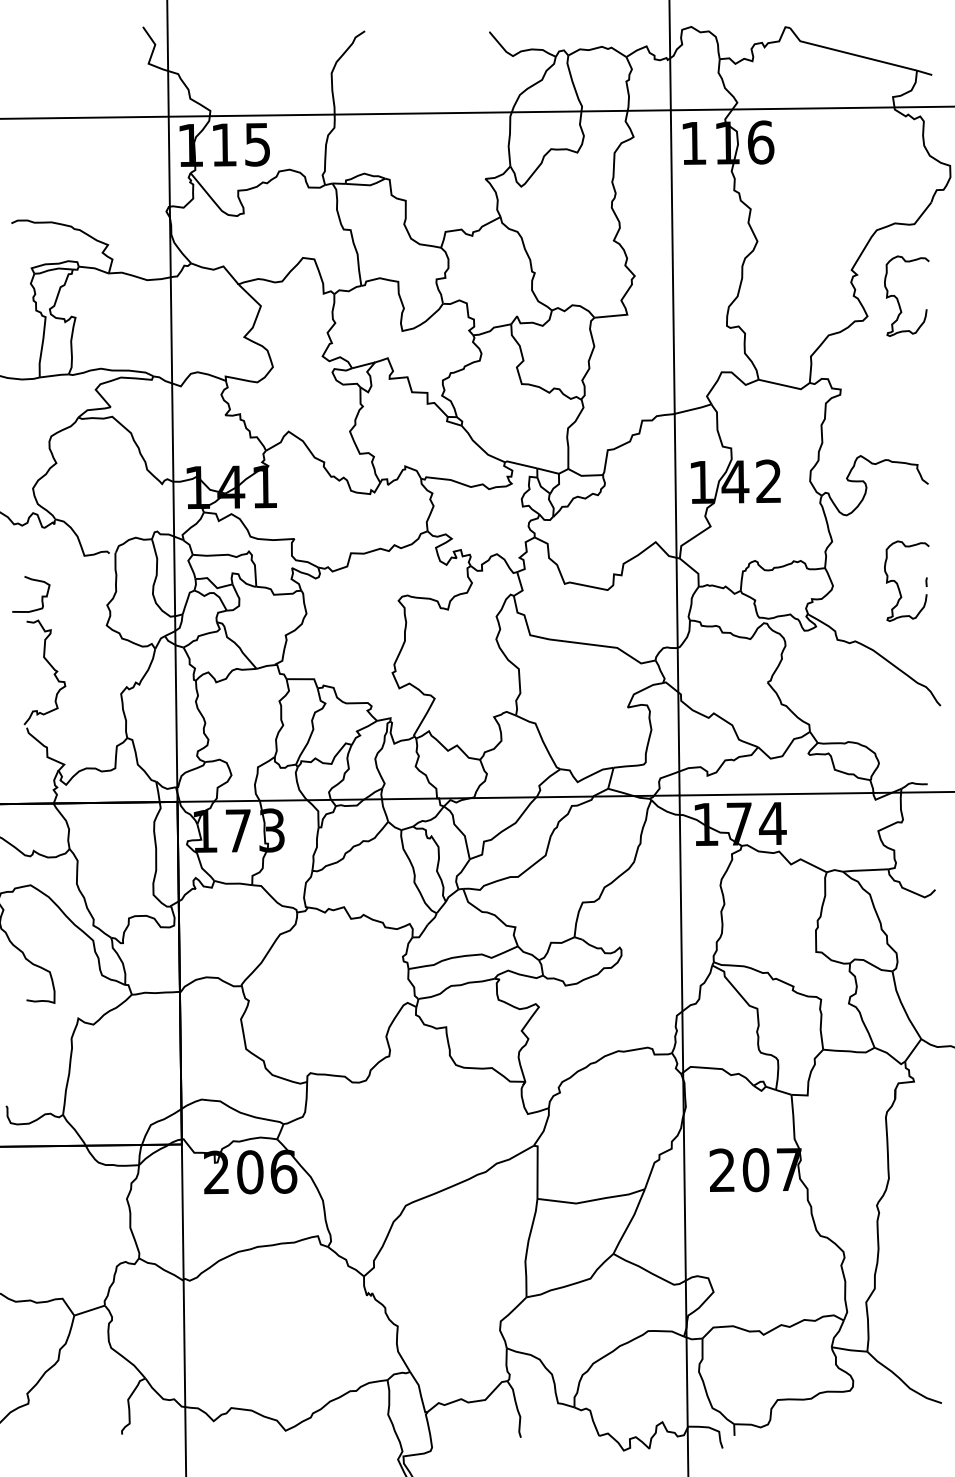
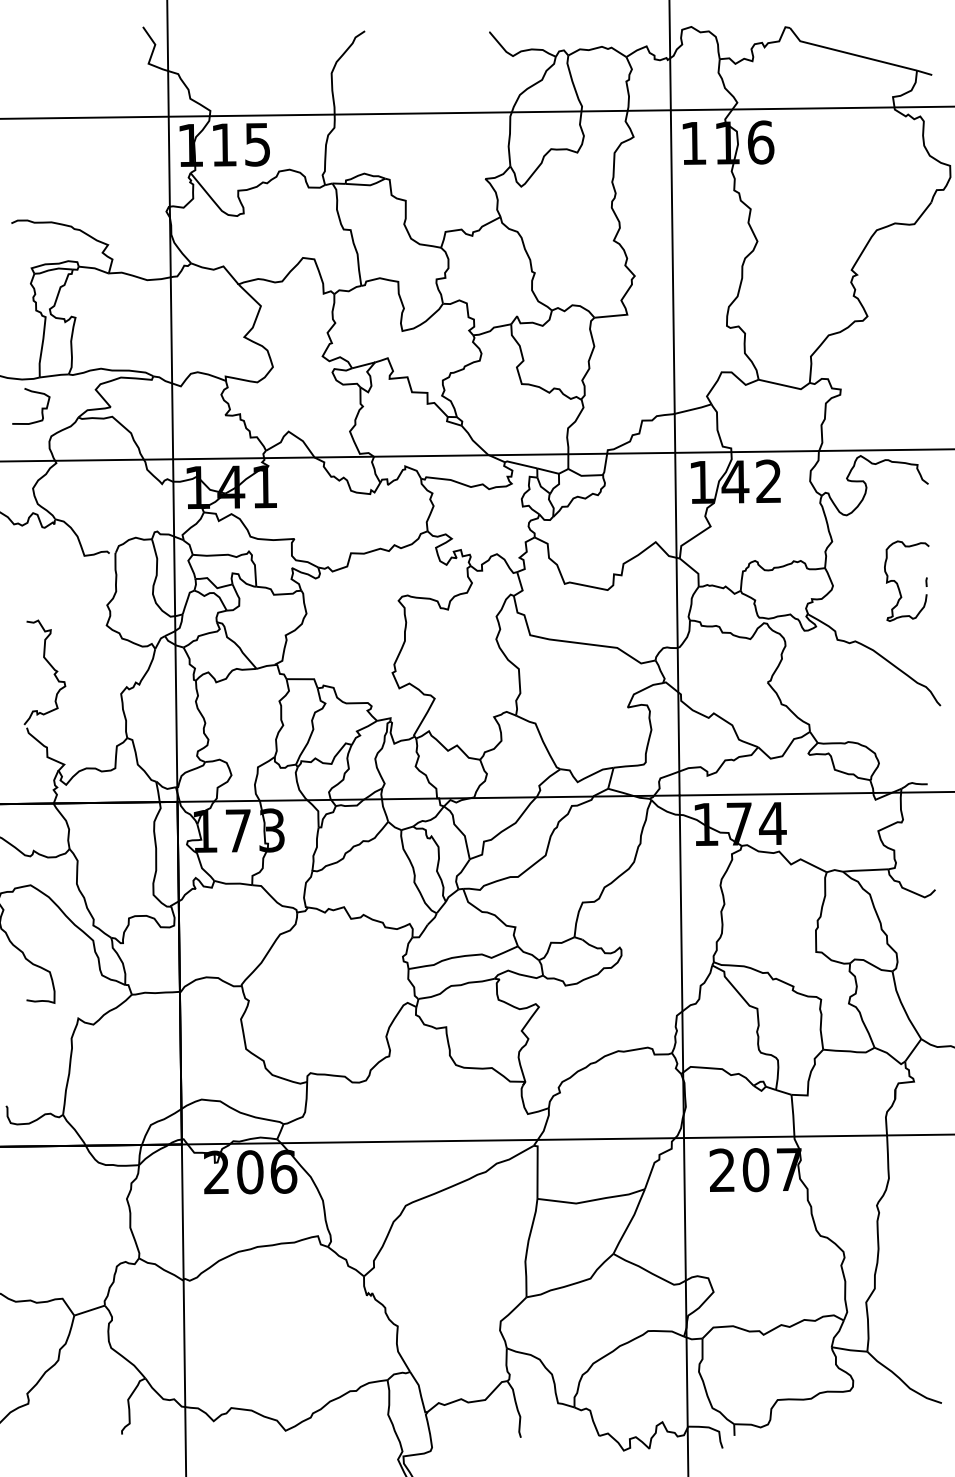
curve at (898, 299): present -> none
line at (476, 455): none -> present
curve at (41, 595) position: (41, 595) -> (41, 407)
line at (476, 1140): none -> present
